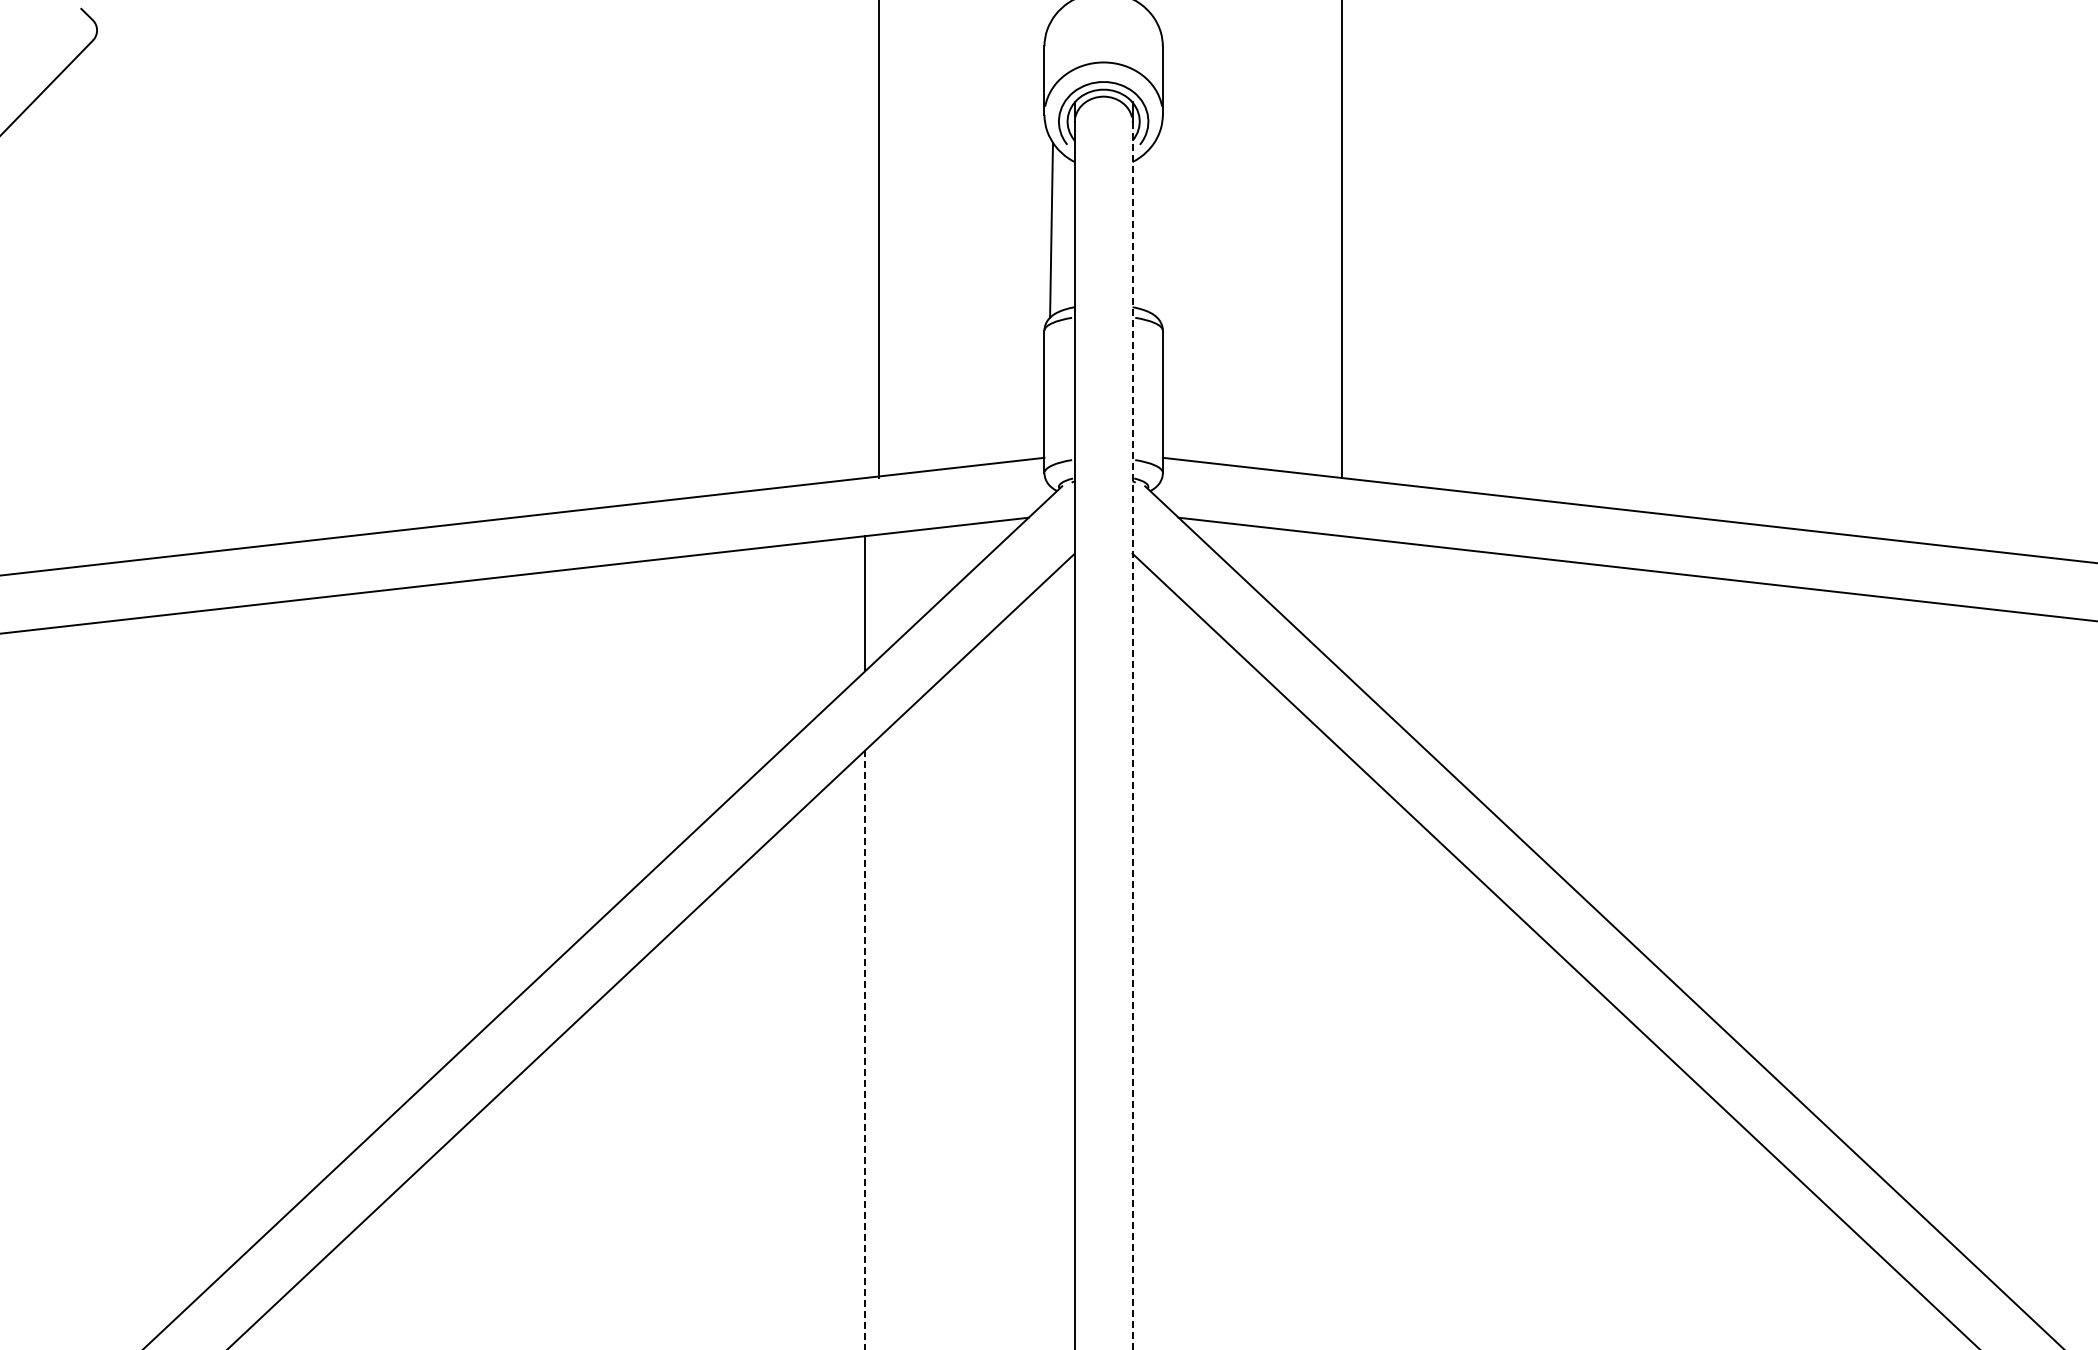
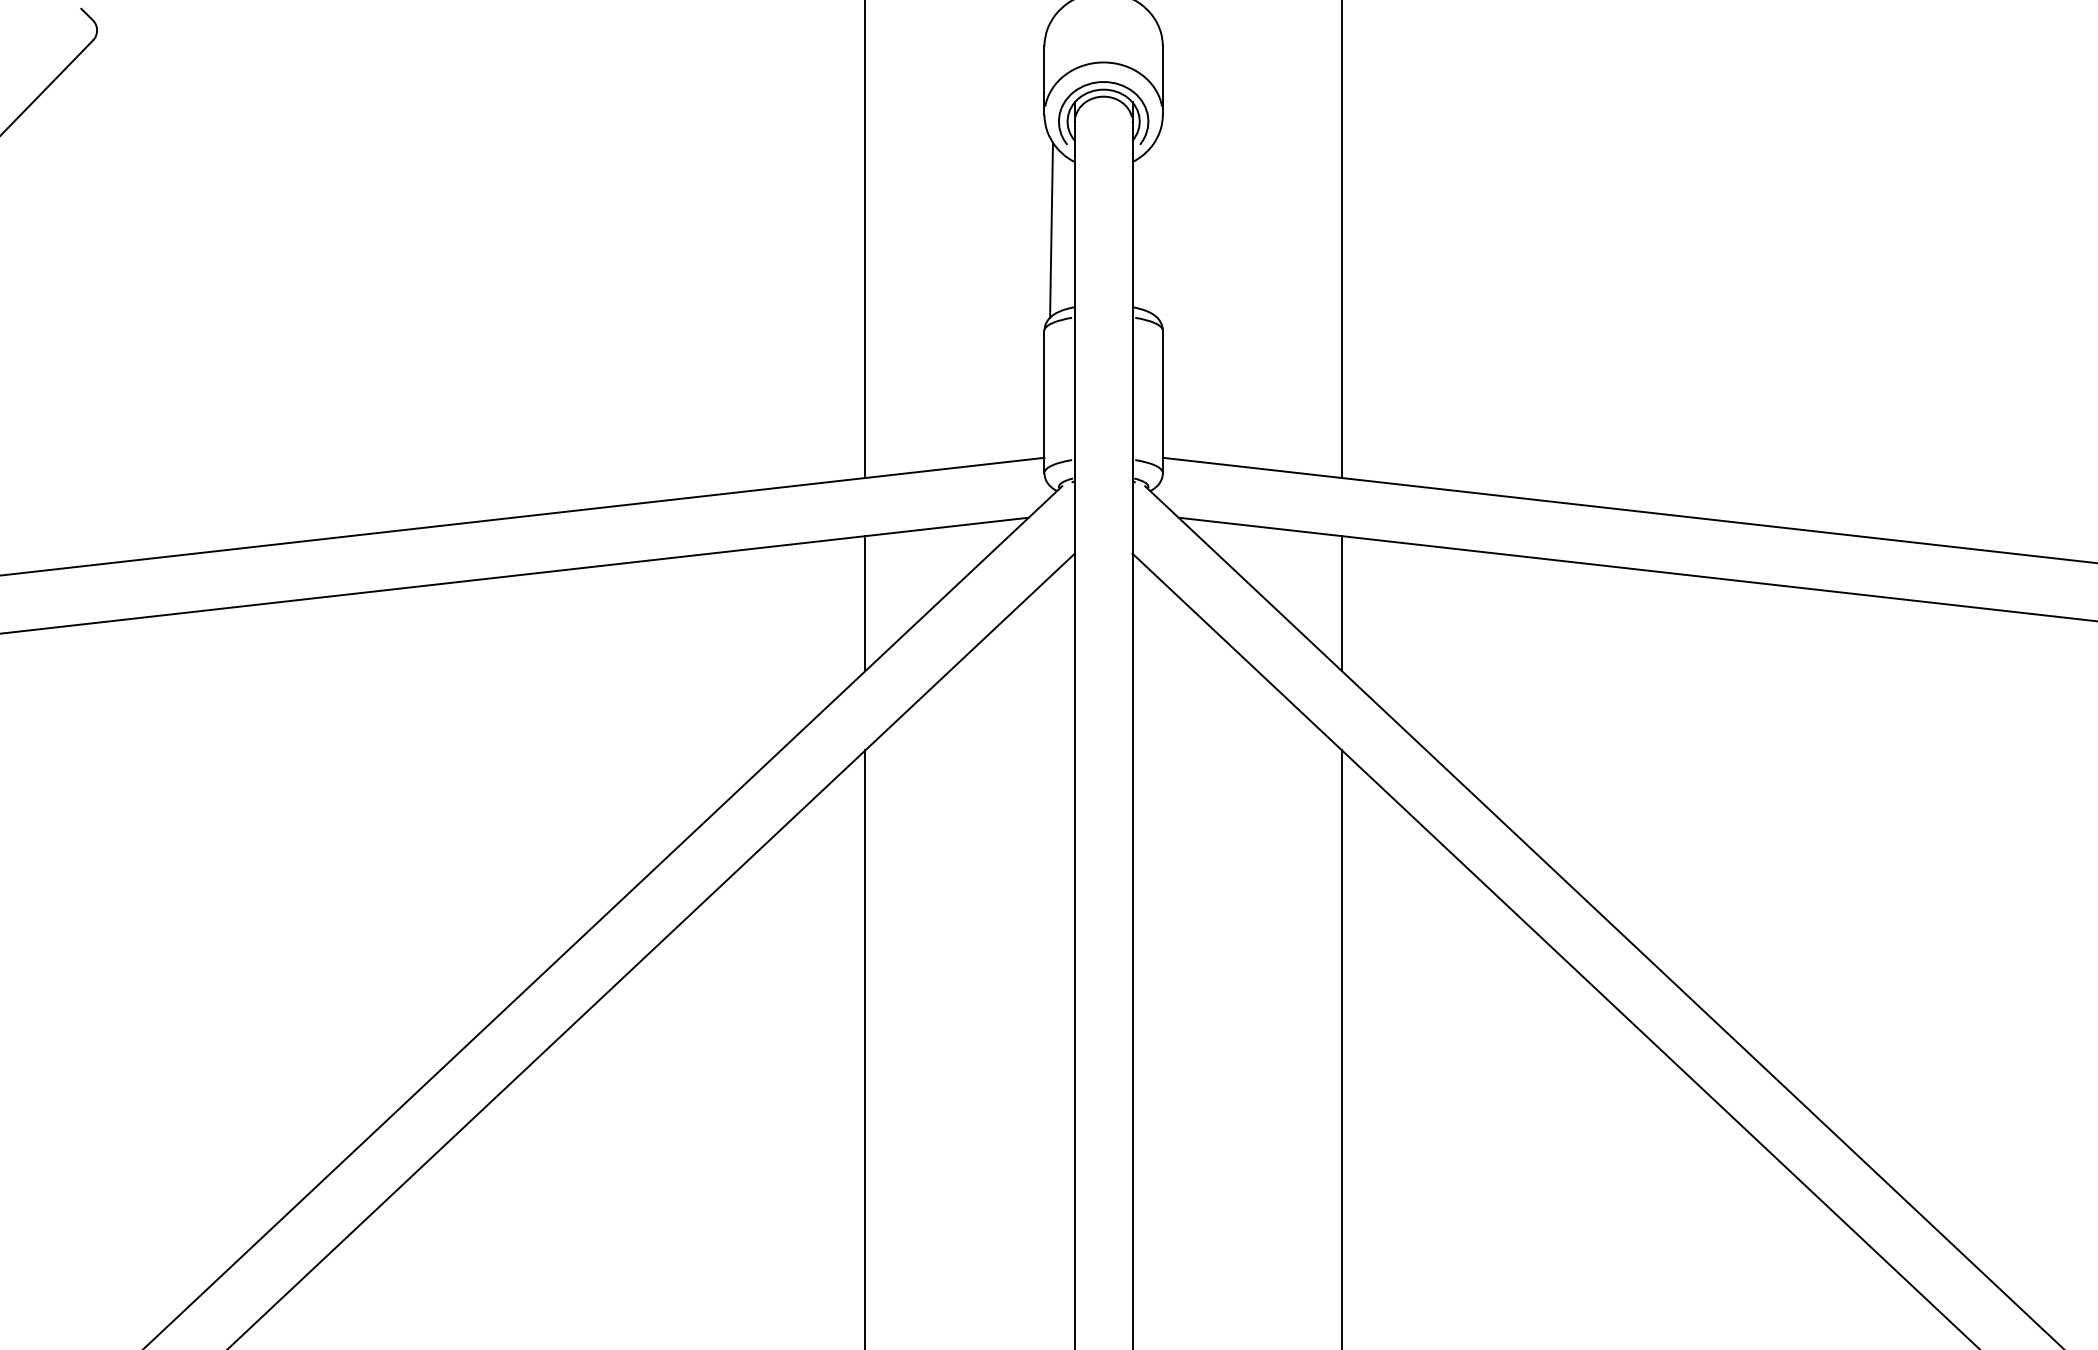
line at (879, 240) position: (879, 240) -> (865, 240)
line at (1342, 603): none -> present
line at (1132, 735): dashed -> solid
line at (1342, 1048): none -> present
line at (865, 1050): dashed -> solid
